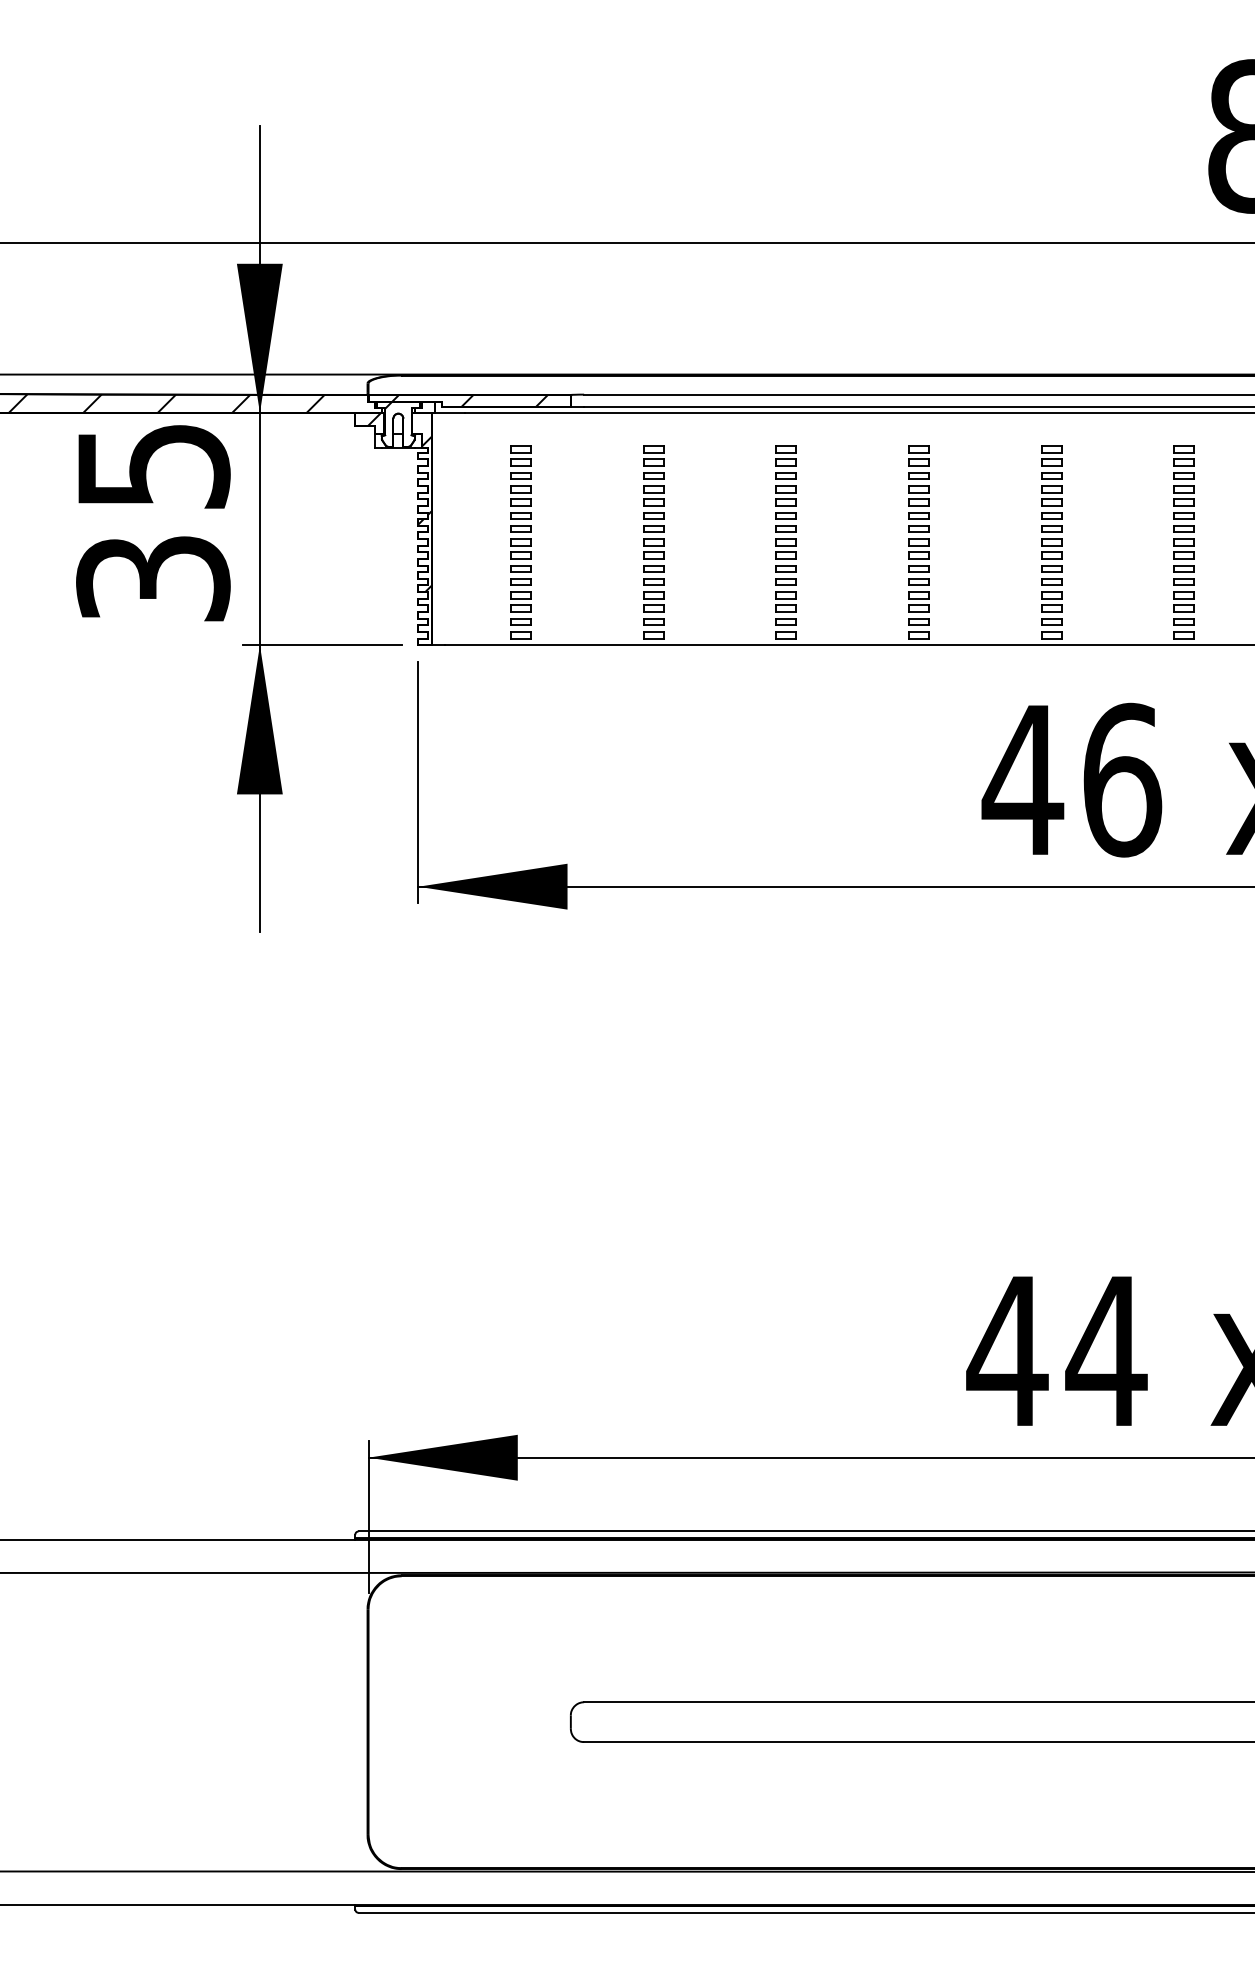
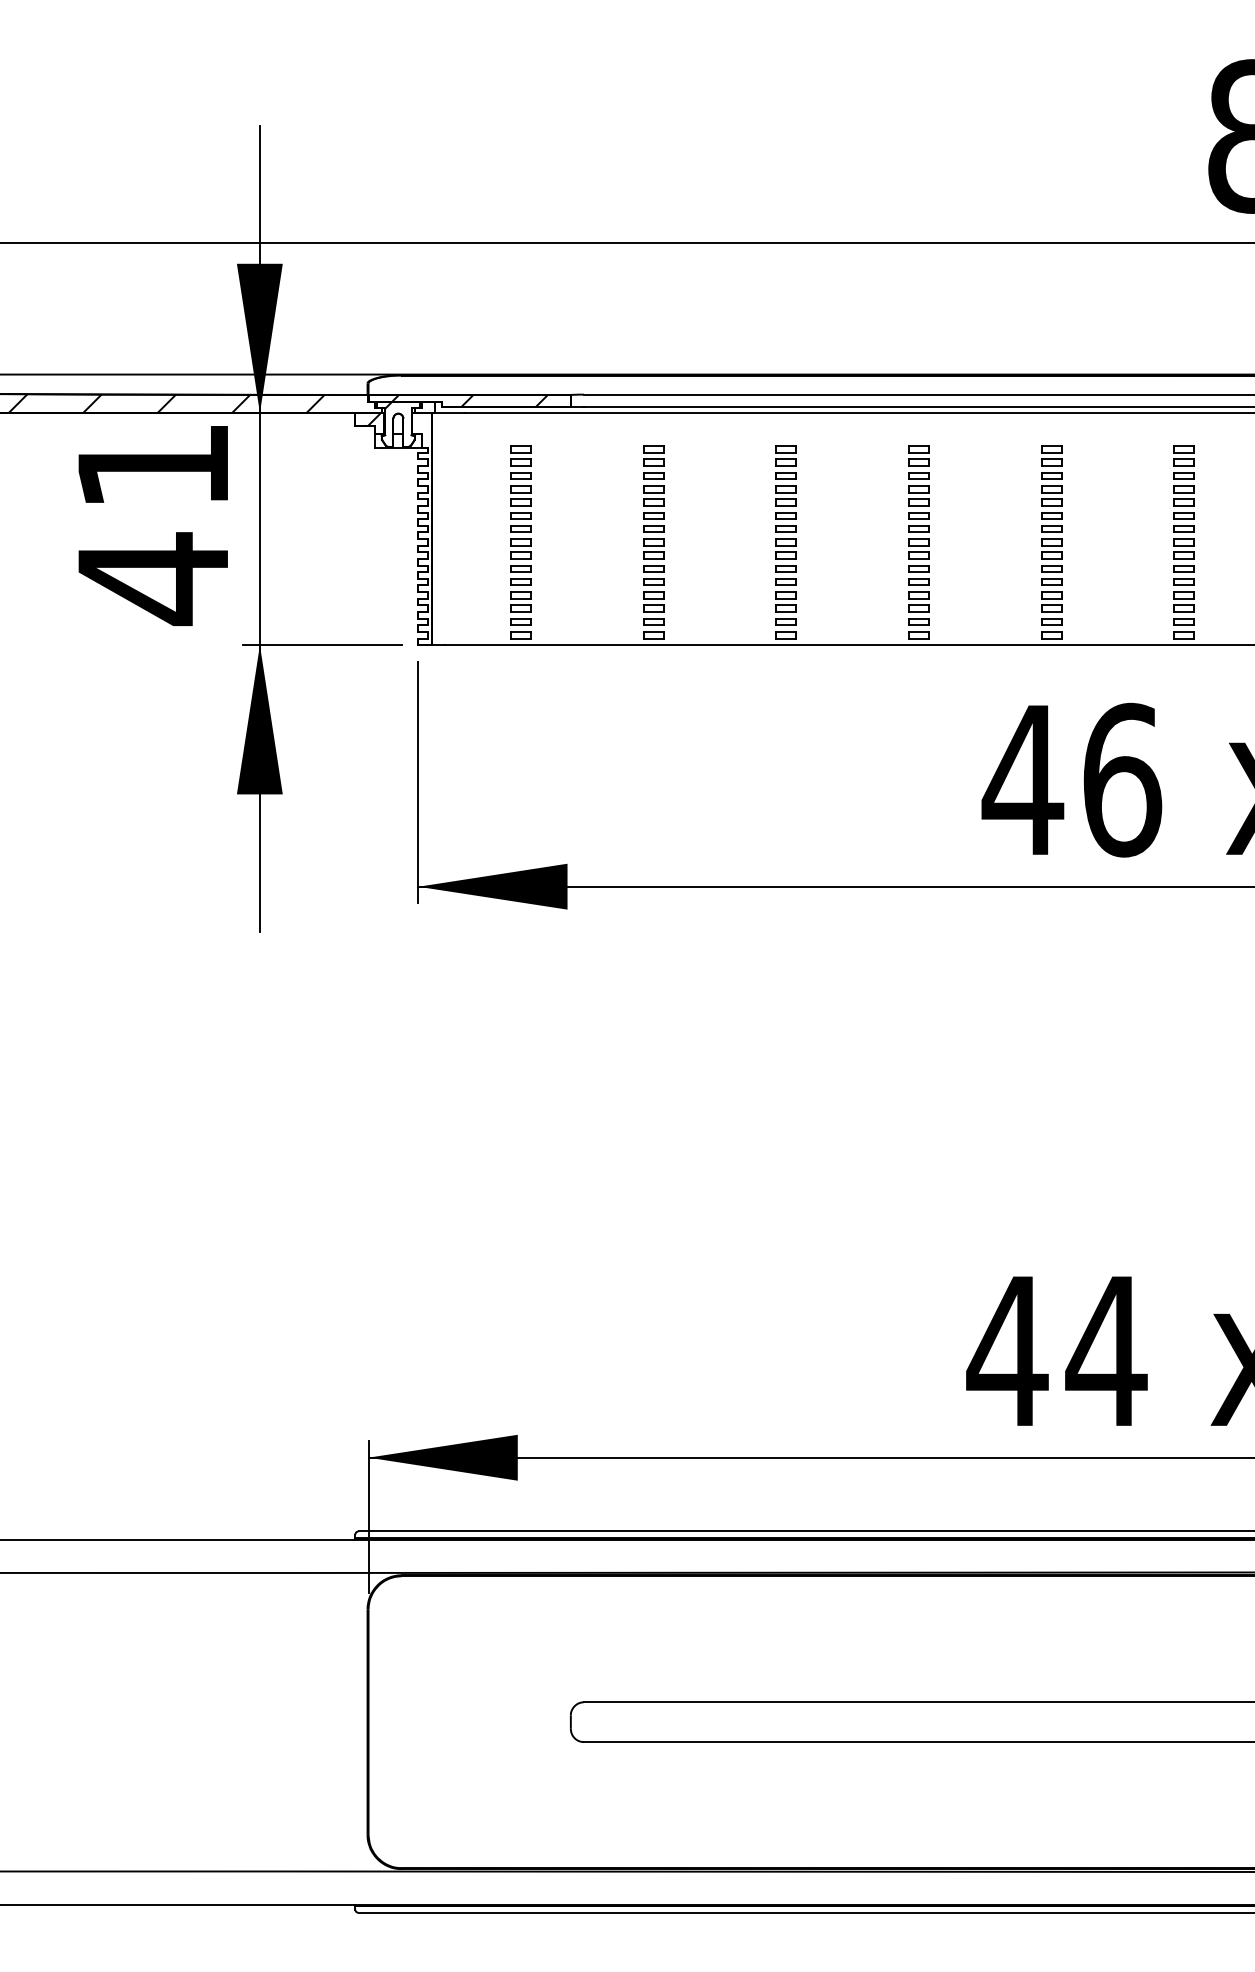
hatch at (424, 517): present -> none
text at (153, 525): 35 -> 41
